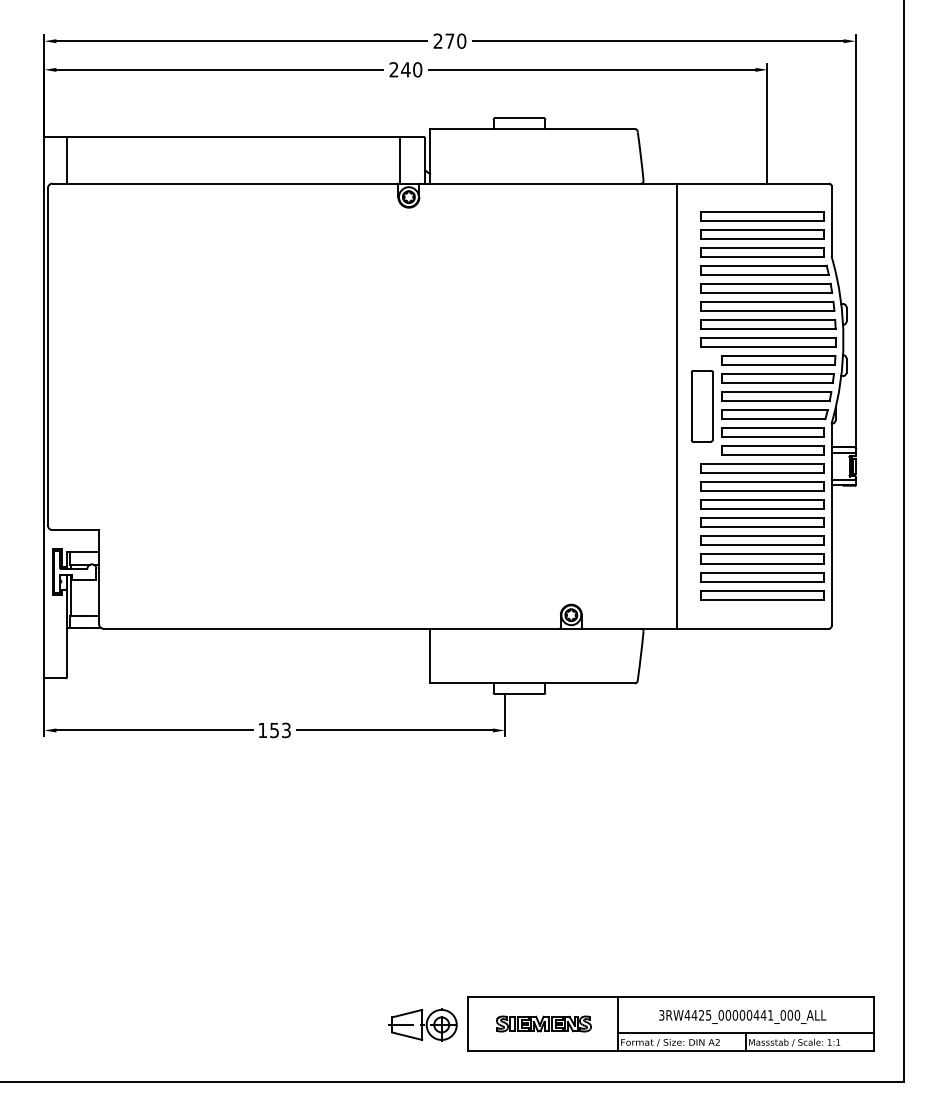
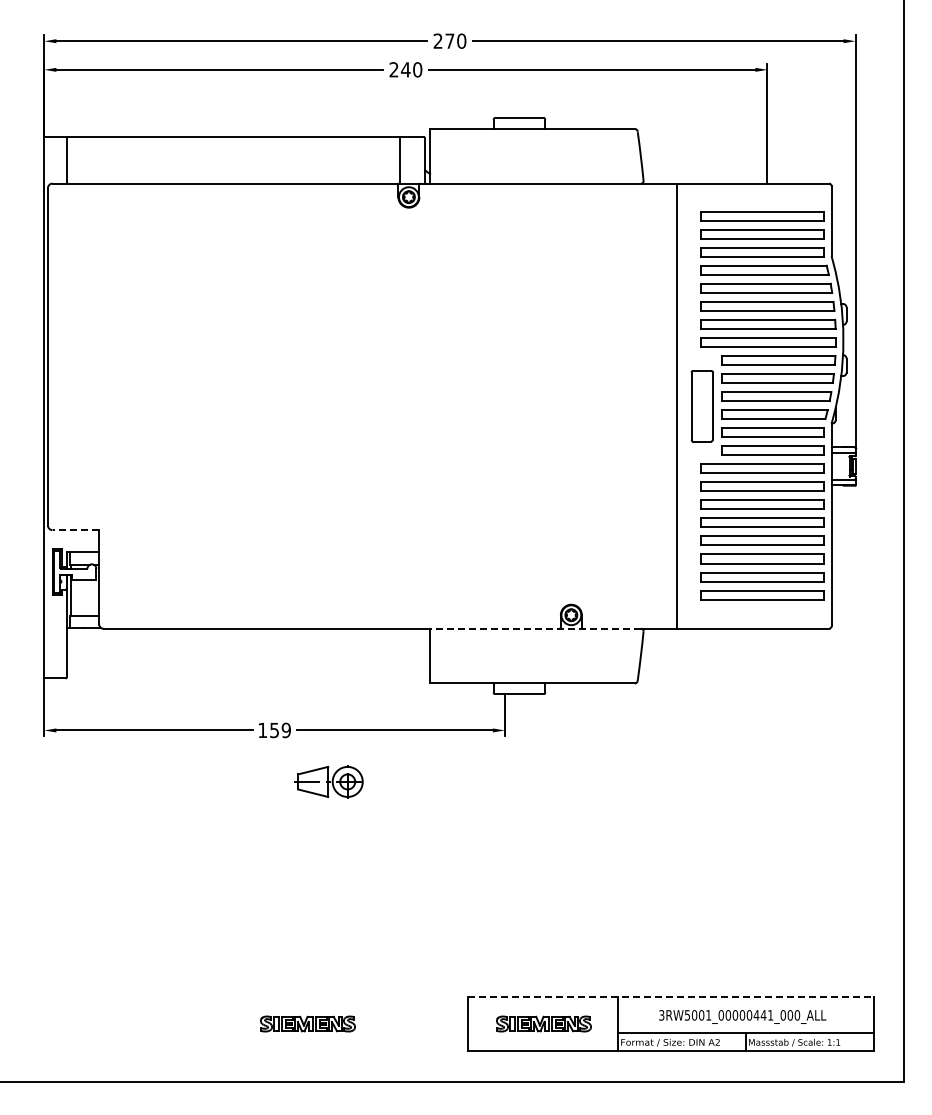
line at (75, 530): solid -> dashed
line at (535, 628): solid -> dashed
text at (285, 729): 153 -> 159
line at (671, 997): solid -> dashed
text at (697, 1015): 3RW4425_00000441_000_ALL -> 3RW5001_00000441_000_ALL
part at (307, 1023): none -> present
part at (422, 1024) position: (422, 1024) -> (328, 781)
